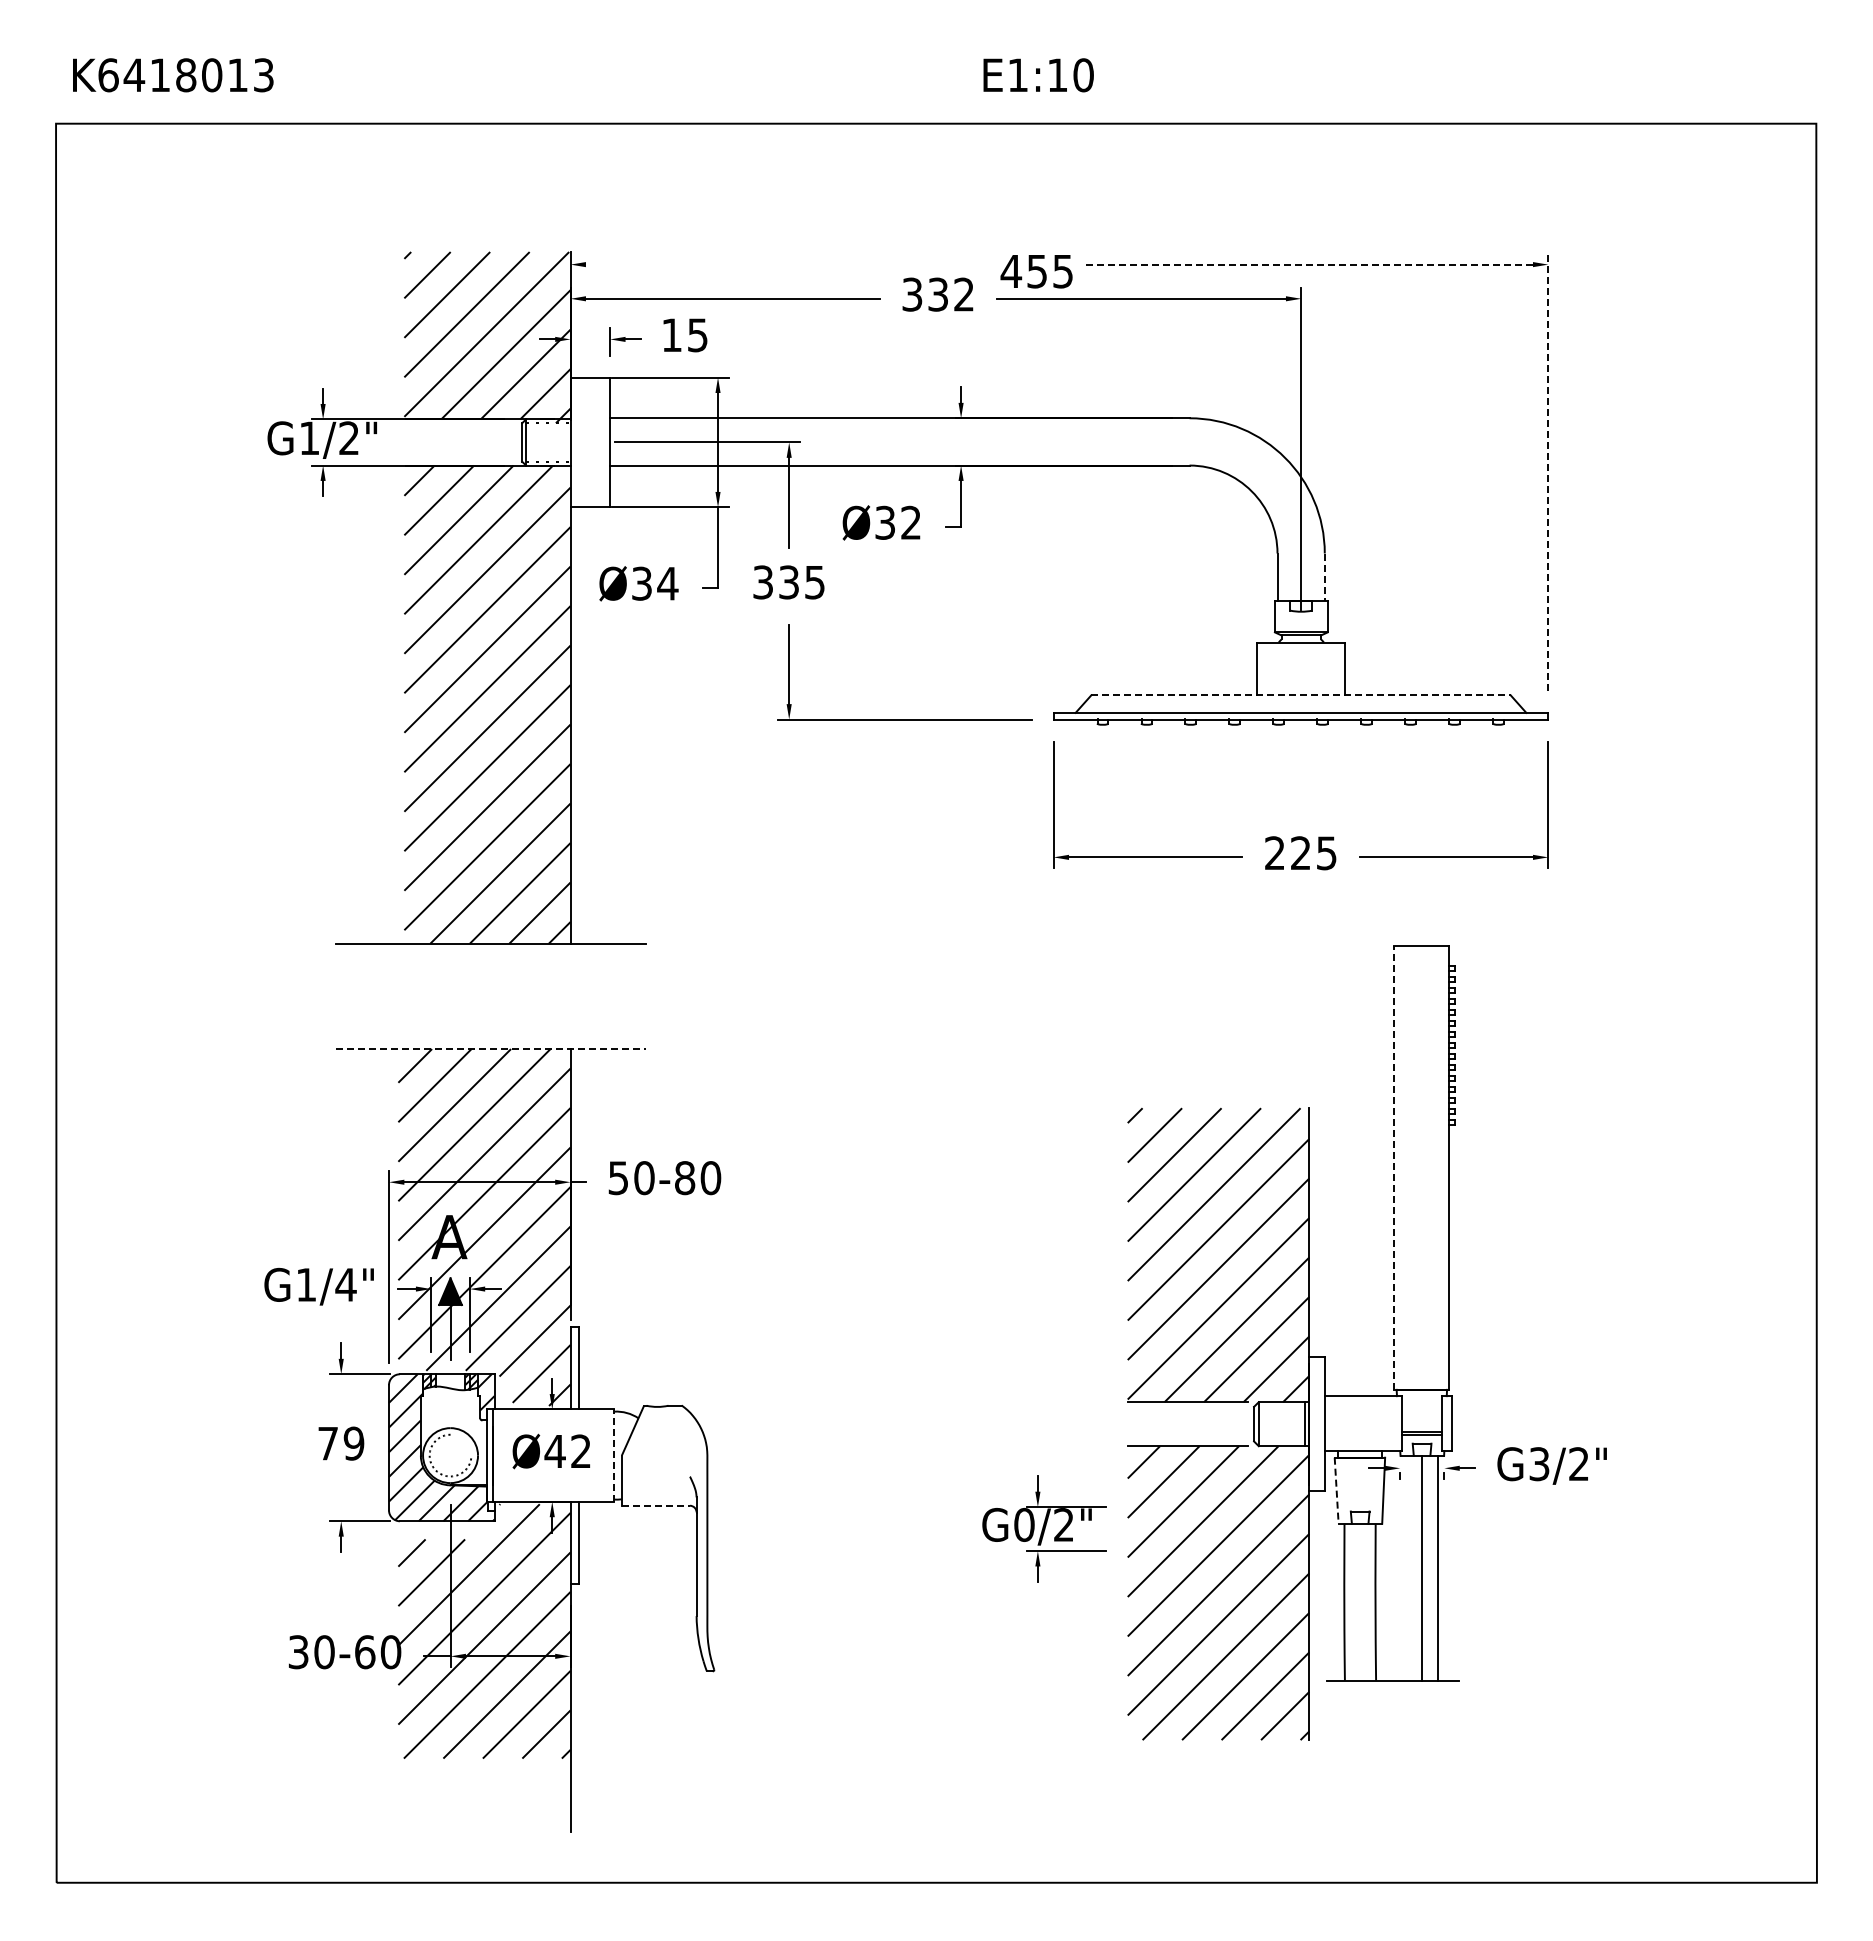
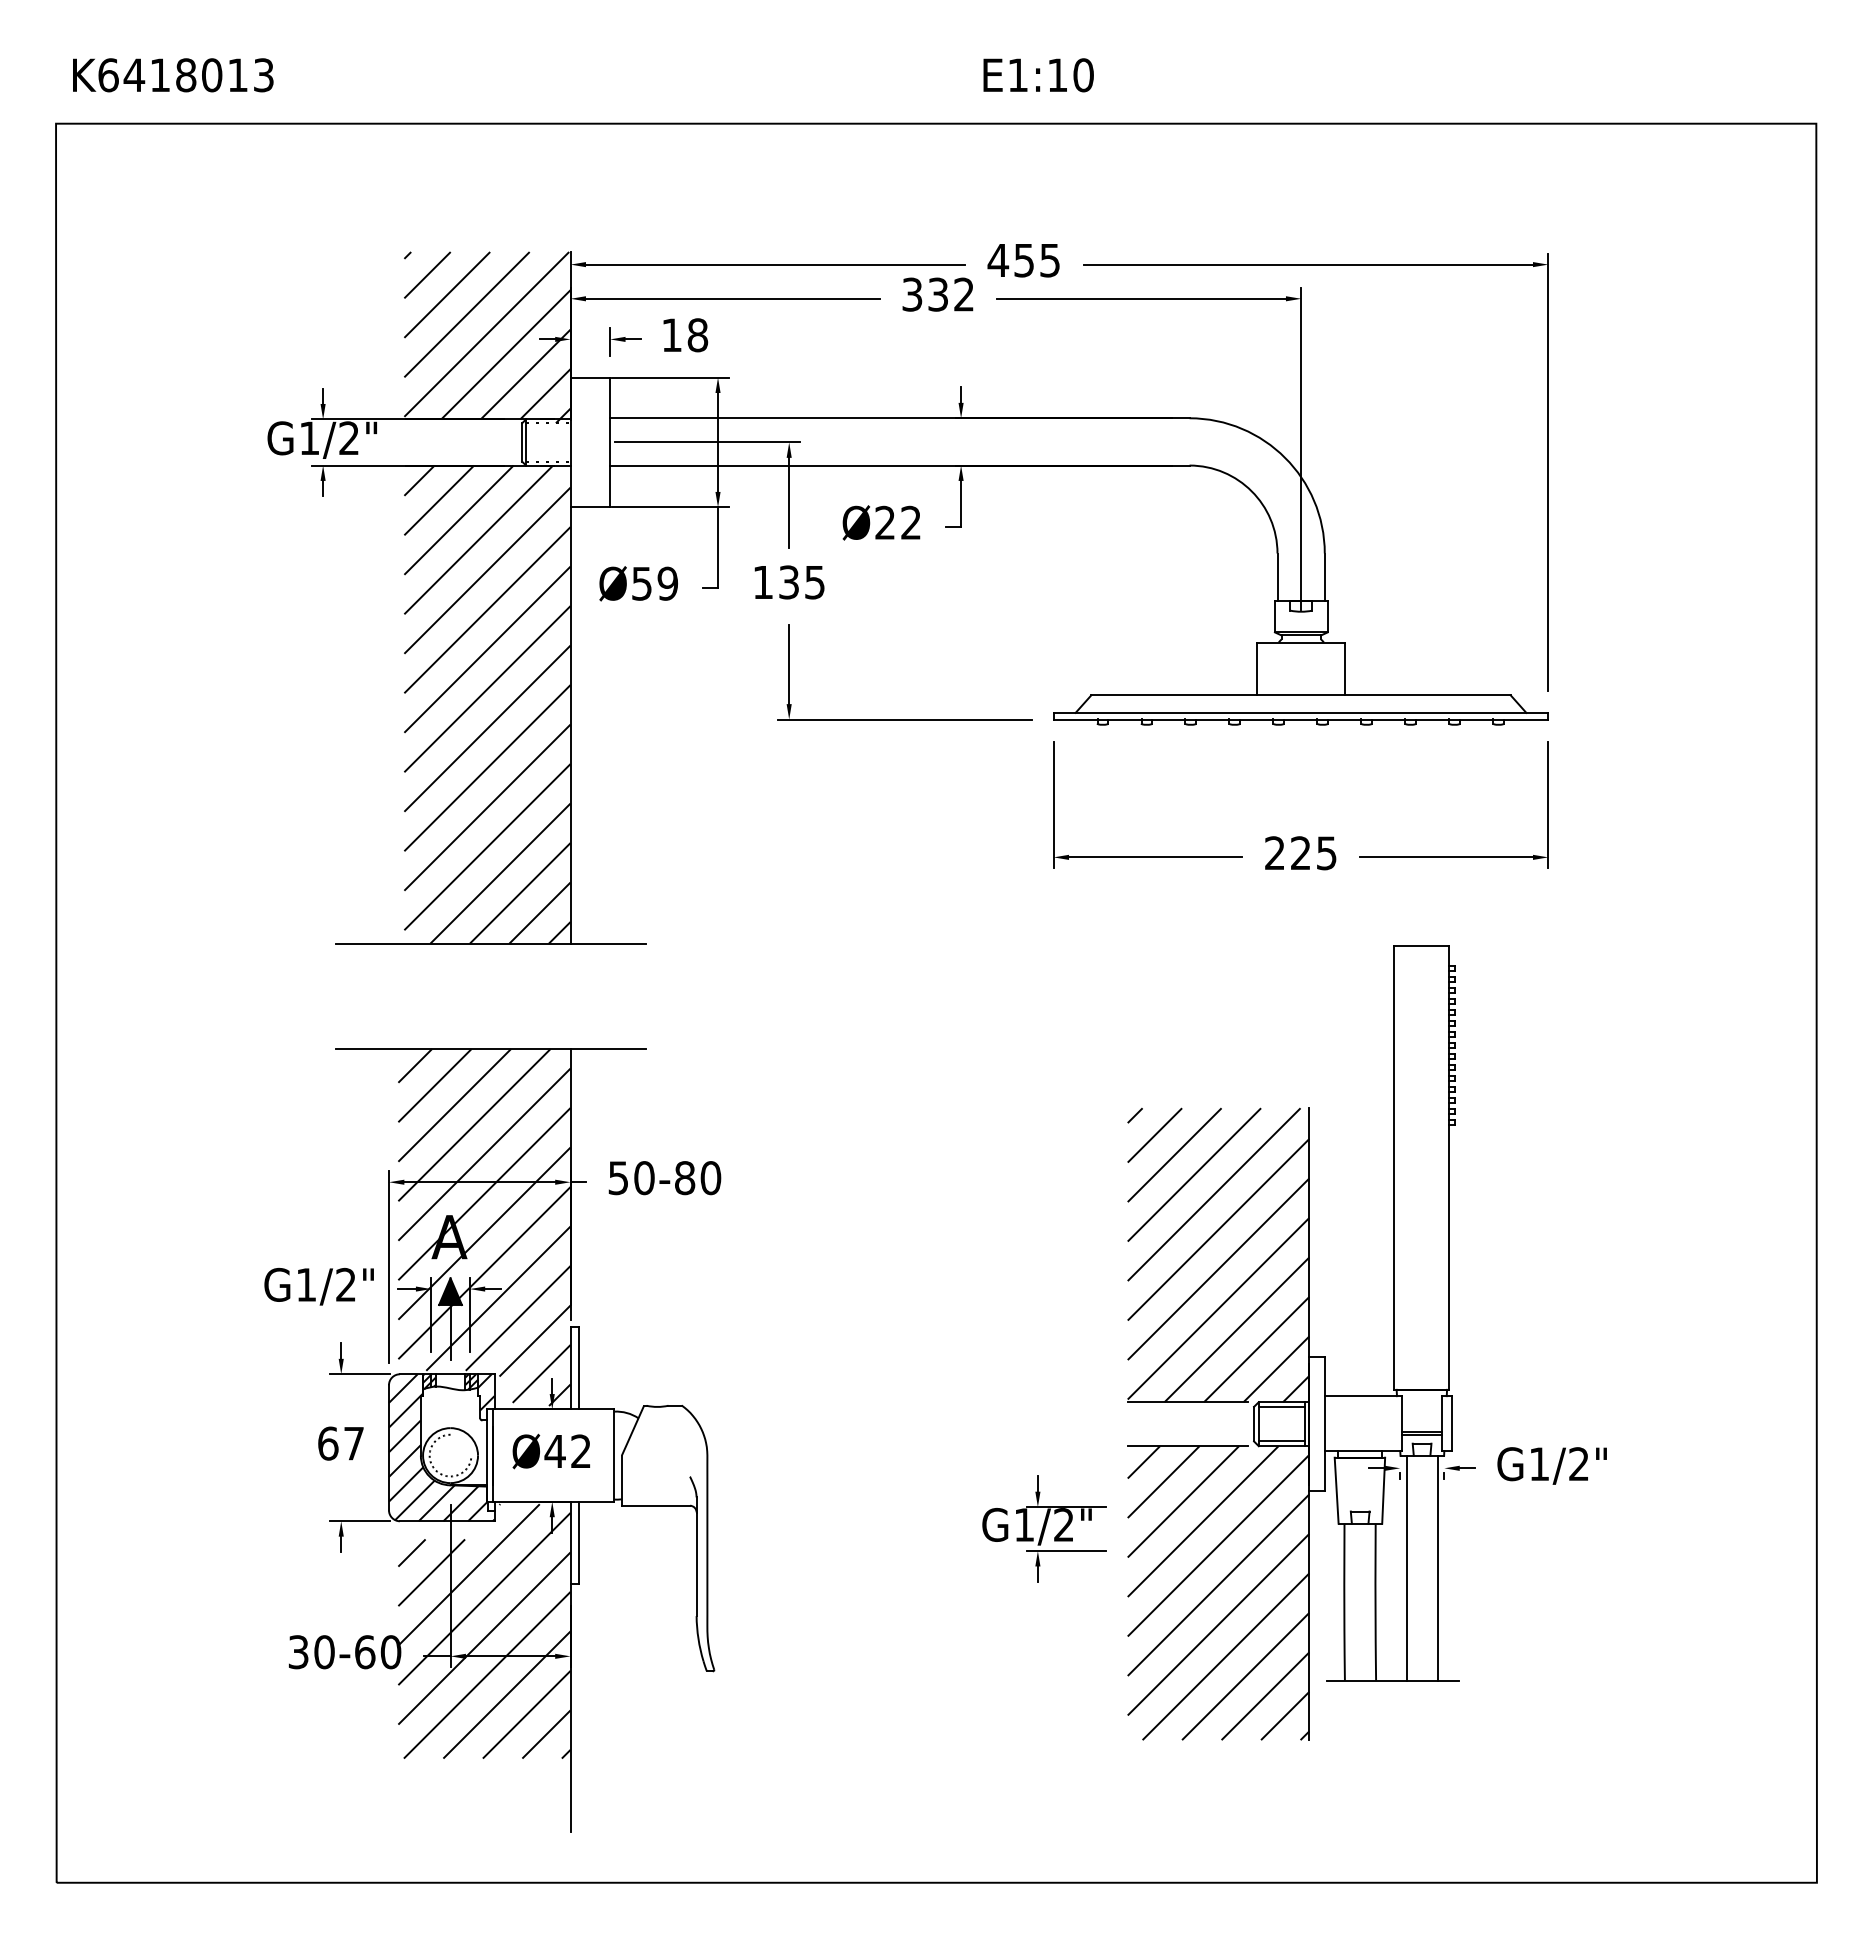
line at (775, 264): none -> present
line at (1308, 264): dashed -> solid
text at (1036, 271) position: (1036, 271) -> (1023, 260)
text at (697, 335): 15 -> 18
line at (1548, 472): dashed -> solid
text at (884, 522): Ø32 -> Ø22
line at (1324, 577): dashed -> solid
text at (762, 582): 335 -> 135
text at (655, 583): Ø34 -> Ø59
line at (1301, 695): dashed -> solid
line at (491, 1049): dashed -> solid
line at (1394, 1167): dashed -> solid
text at (345, 1284): G1/4" -> G1/2"
line at (1281, 1406): none -> present
line at (1281, 1441): none -> present
text at (341, 1443): 79 -> 67
line at (614, 1455): dashed -> solid
text at (1539, 1464): G3/2" -> G1/2"
line at (1336, 1491): dashed -> solid
line at (656, 1505): dashed -> solid
text at (1024, 1524): G0/2" -> G1/2"
line at (1421, 1567) position: (1421, 1567) -> (1406, 1567)
